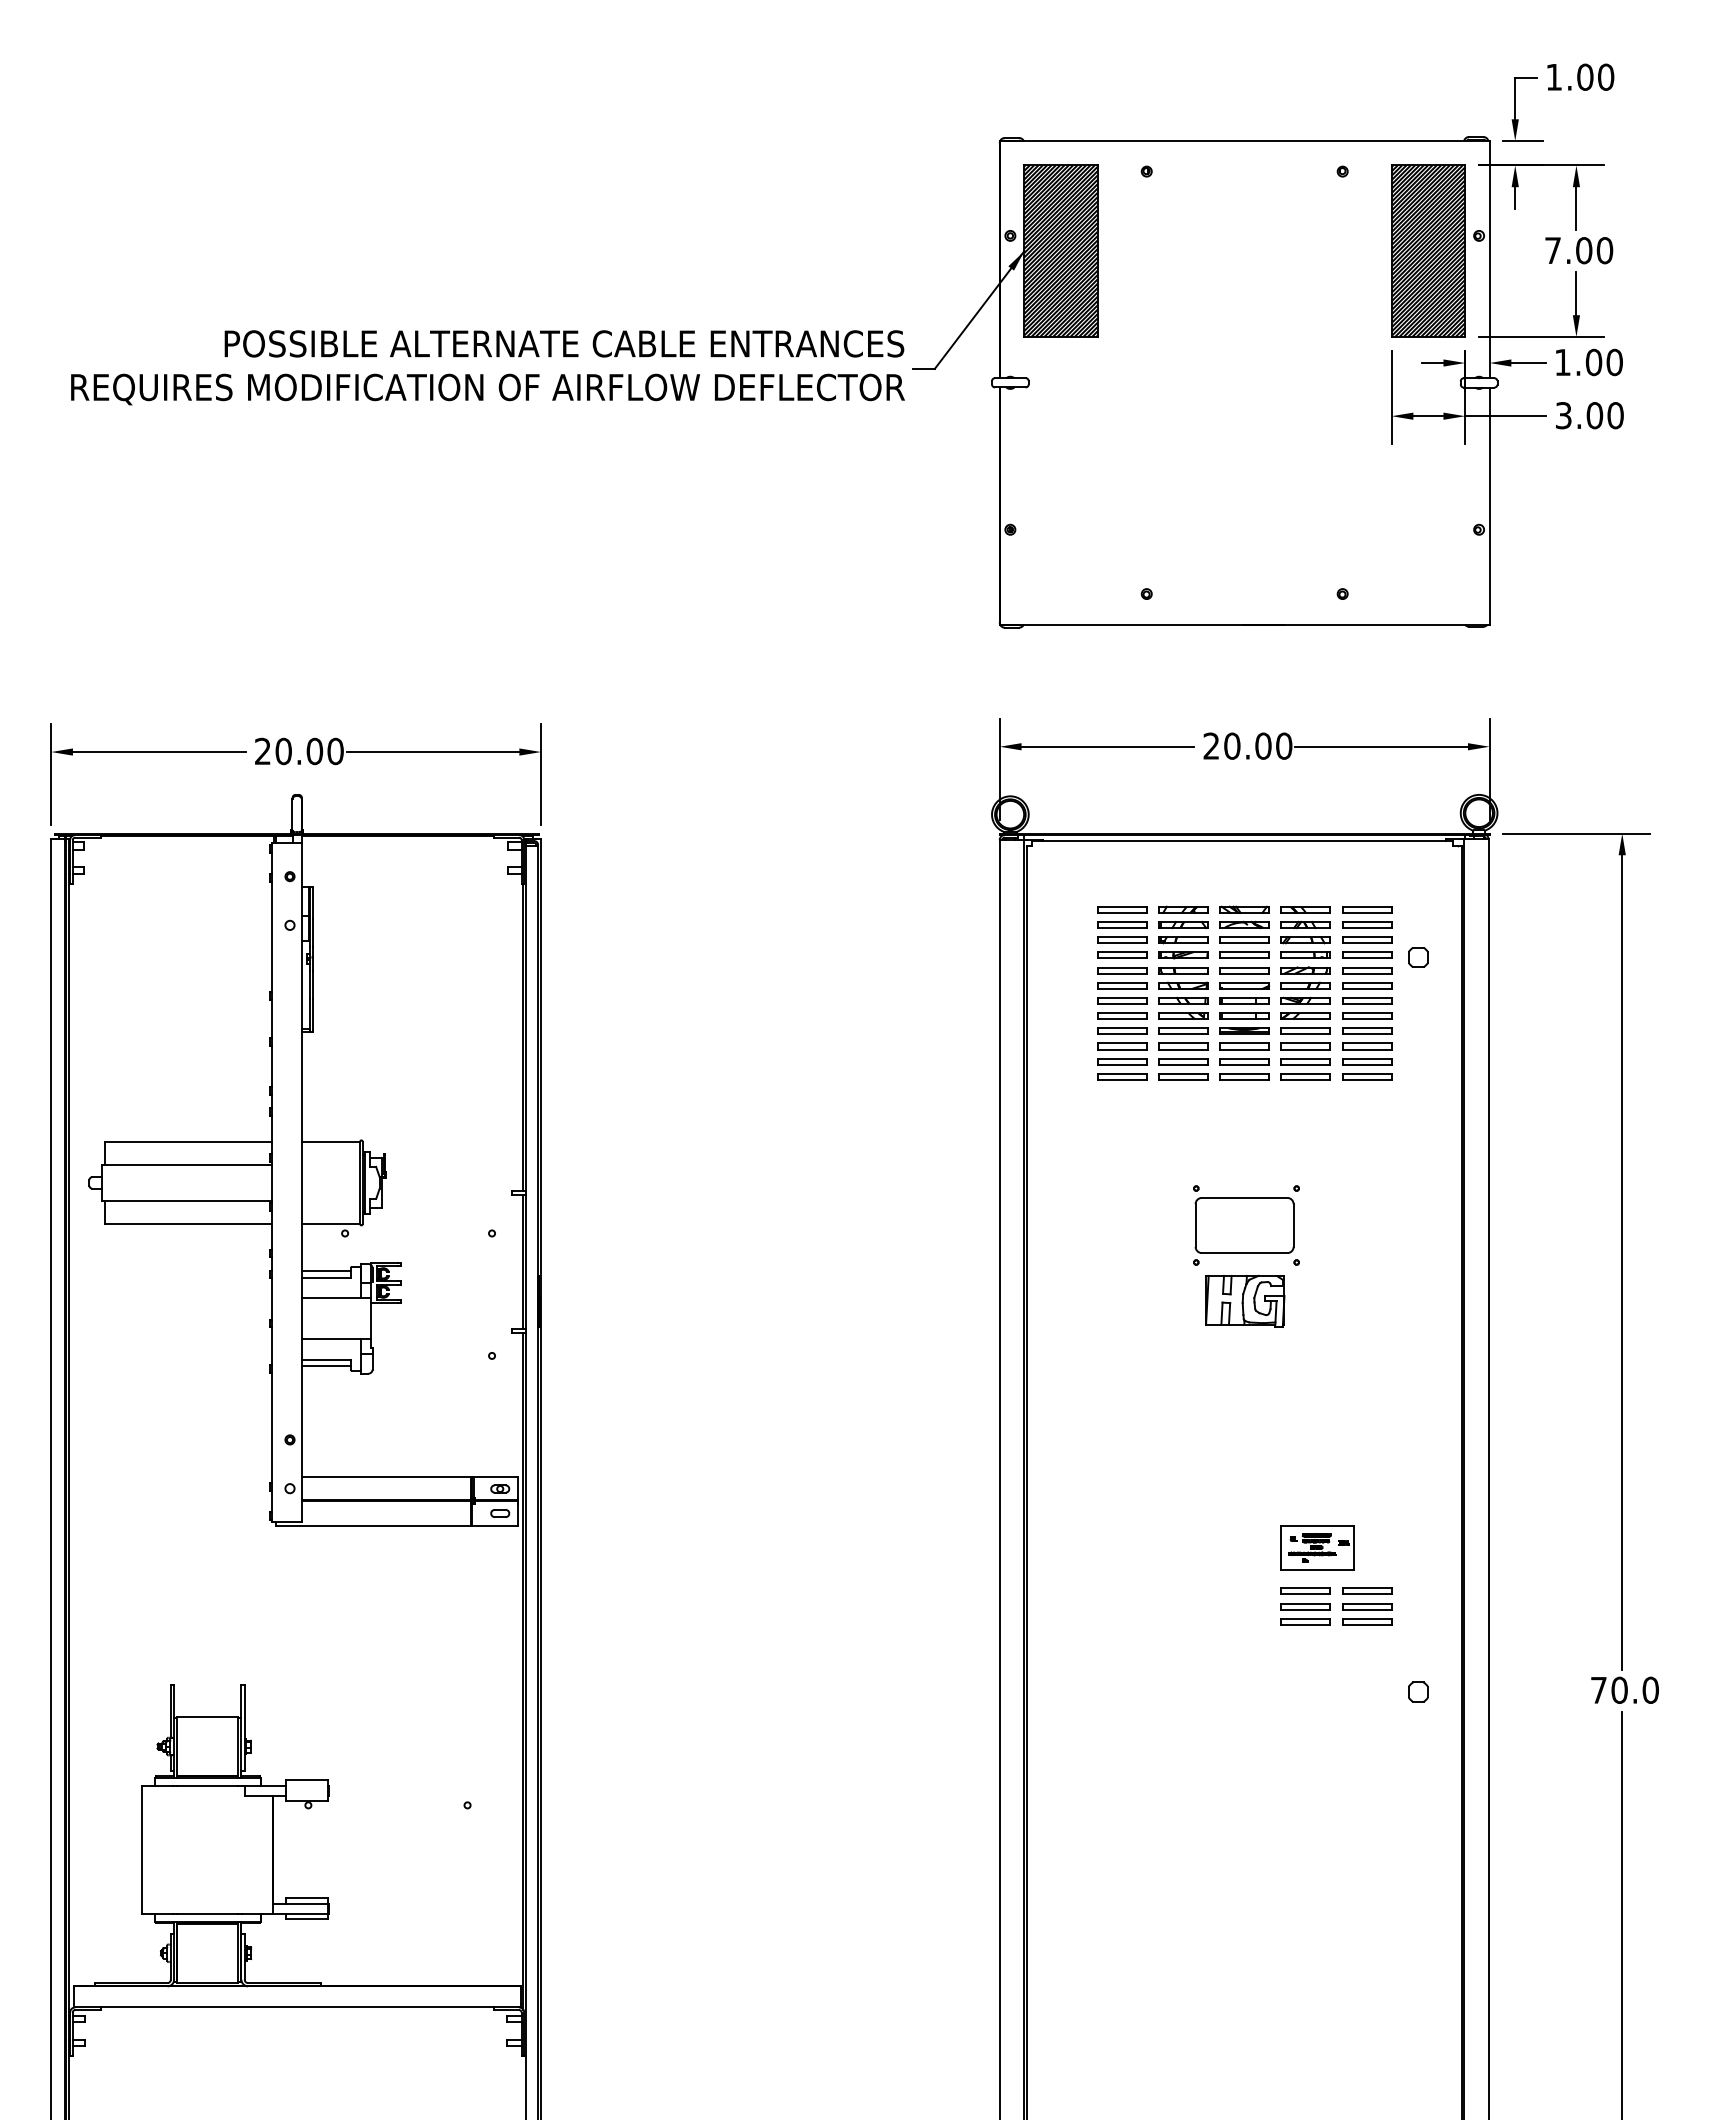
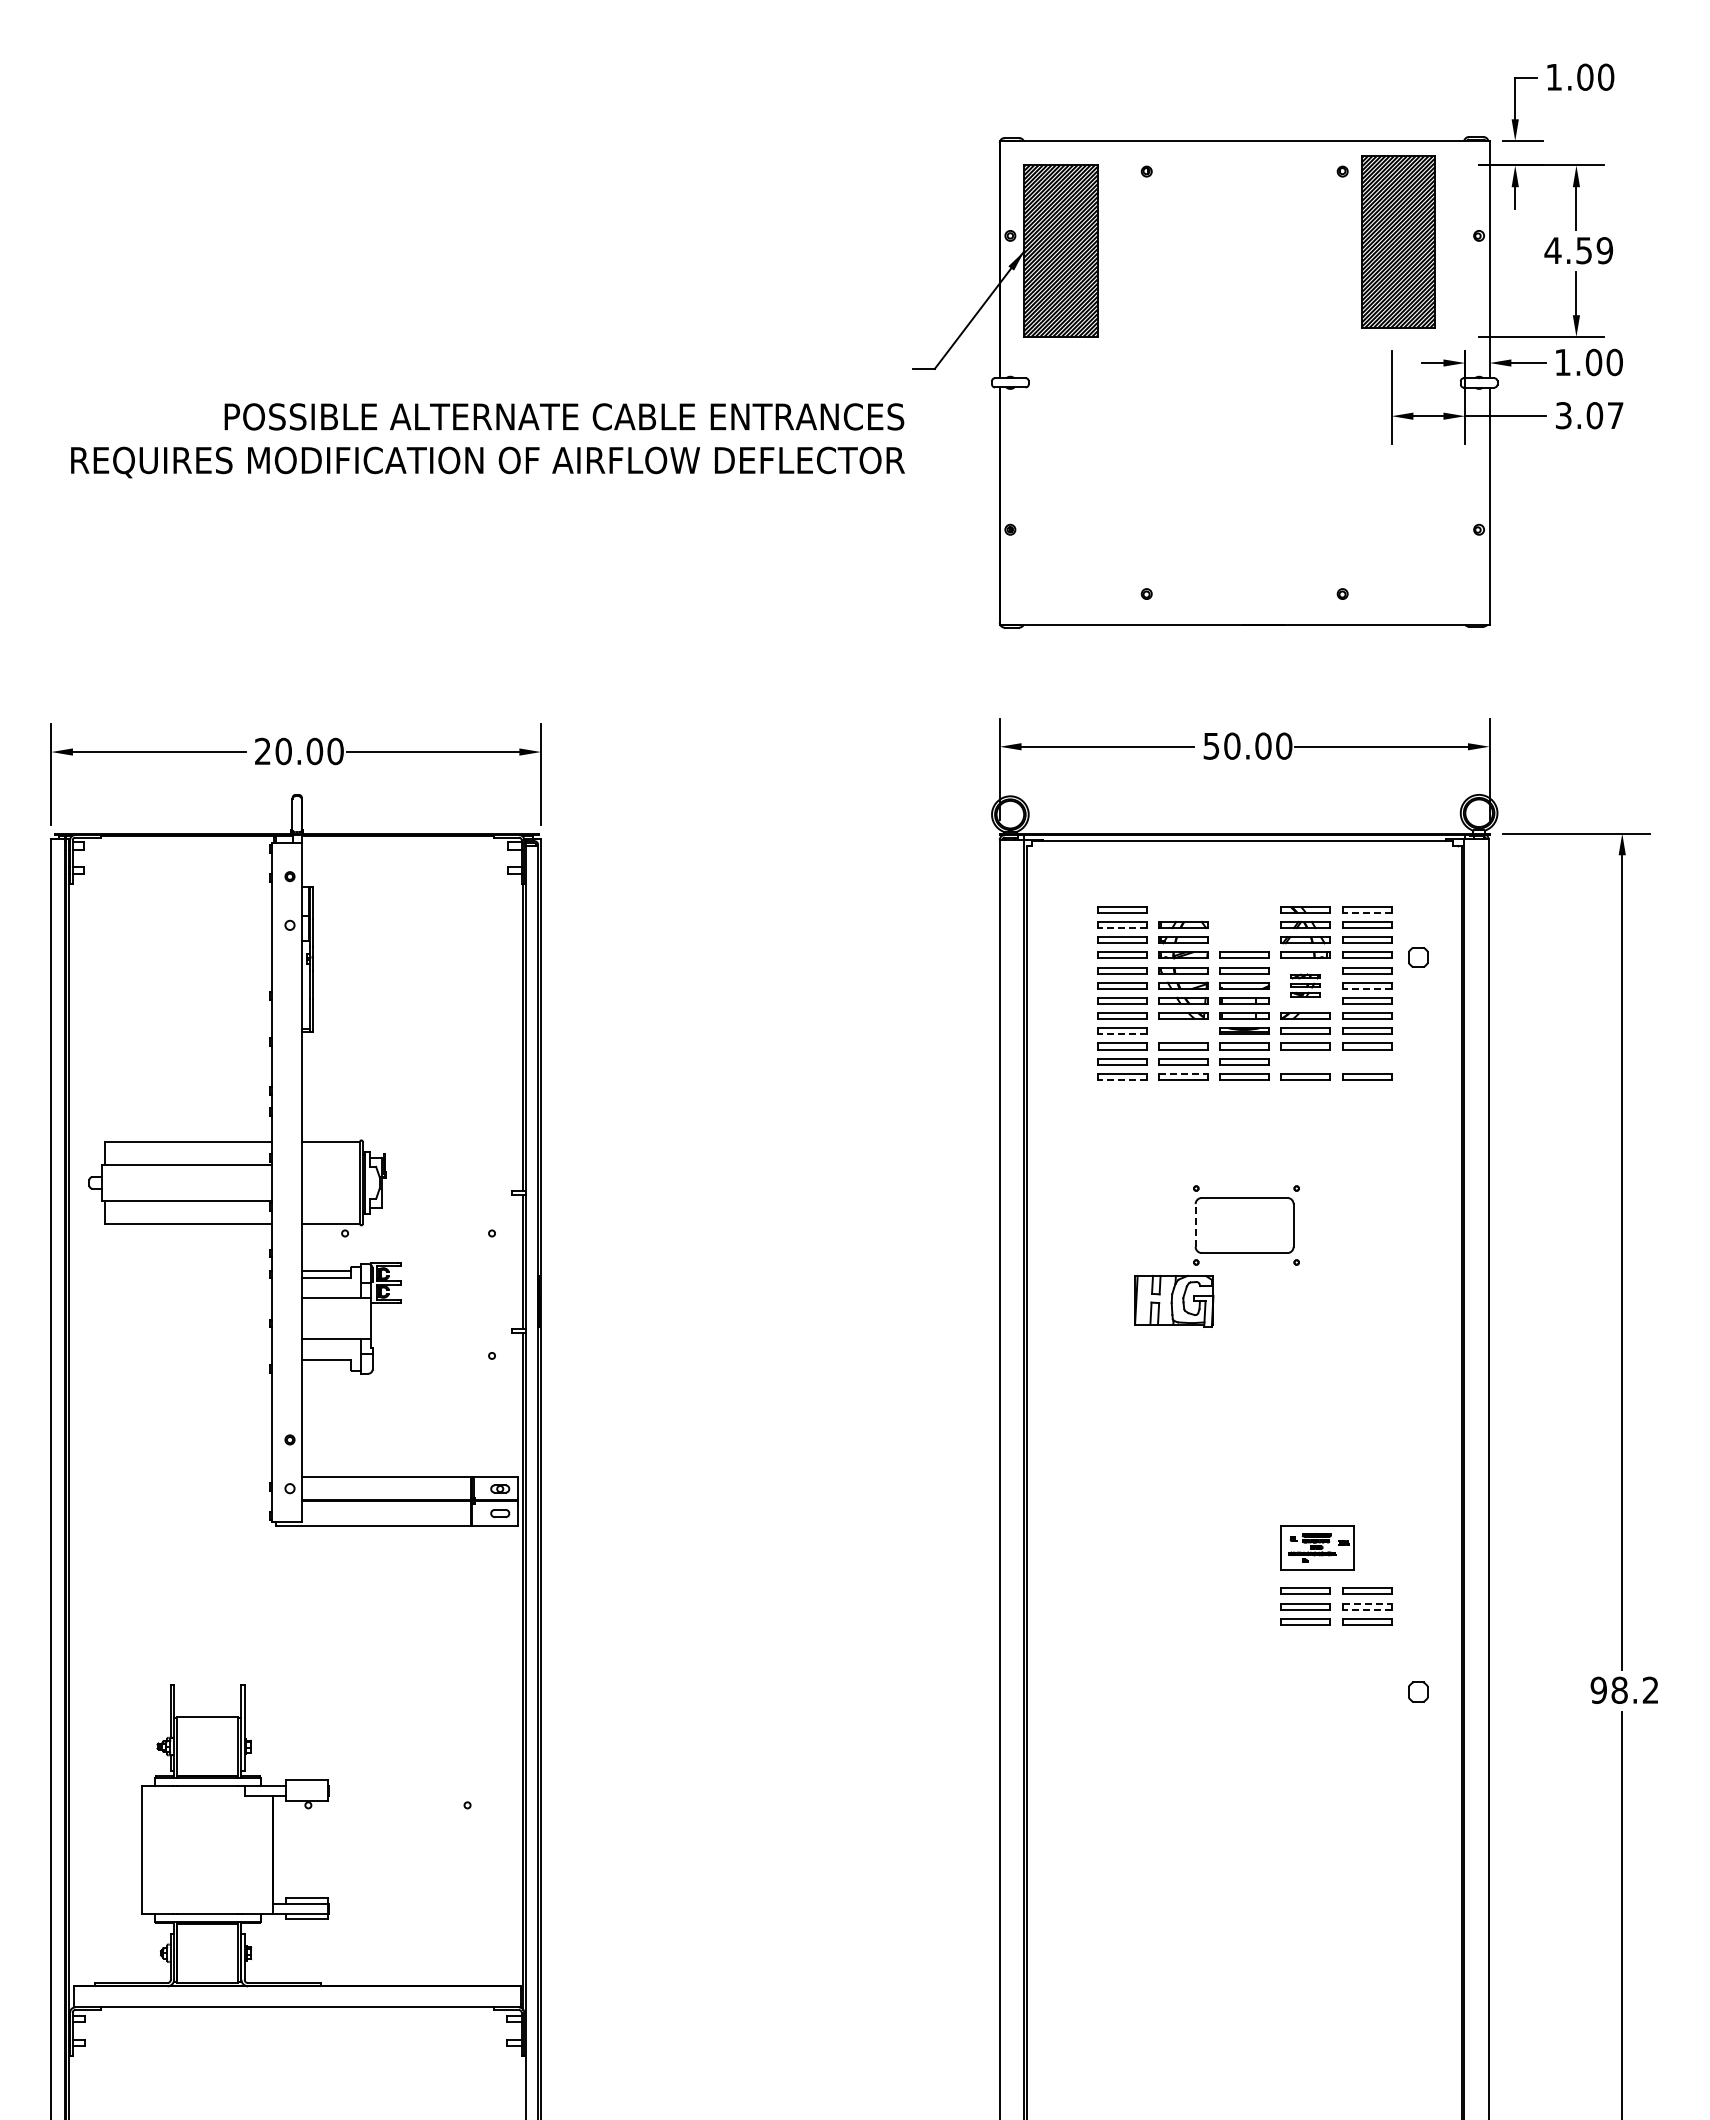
part at (1428, 250) position: (1428, 250) -> (1398, 241)
text at (1578, 250): 7.00 -> 4.59
text at (487, 367) position: (487, 367) -> (487, 440)
text at (1615, 415): 3.00 -> 3.07
text at (1211, 745): 20.00 -> 50.00
part at (1183, 909): present -> none
line at (1366, 912): solid -> dashed
part at (1244, 924): present -> none
line at (1121, 928): solid -> dashed
part at (1305, 985) size: 51x39 px -> 31x25 px
line at (1366, 988): solid -> dashed
part at (1183, 1030): present -> none
line at (1121, 1034): solid -> dashed
part at (1305, 1061): present -> none
part at (1367, 1061): present -> none
line at (1183, 1073): solid -> dashed
line at (1121, 1079): solid -> dashed
line at (1195, 1225): solid -> dashed
part at (1245, 1301) position: (1245, 1301) -> (1174, 1301)
line at (326, 1366): present -> none
line at (1367, 1603): solid -> dashed
line at (1366, 1609): solid -> dashed
text at (1624, 1689): 70.0 -> 98.2
